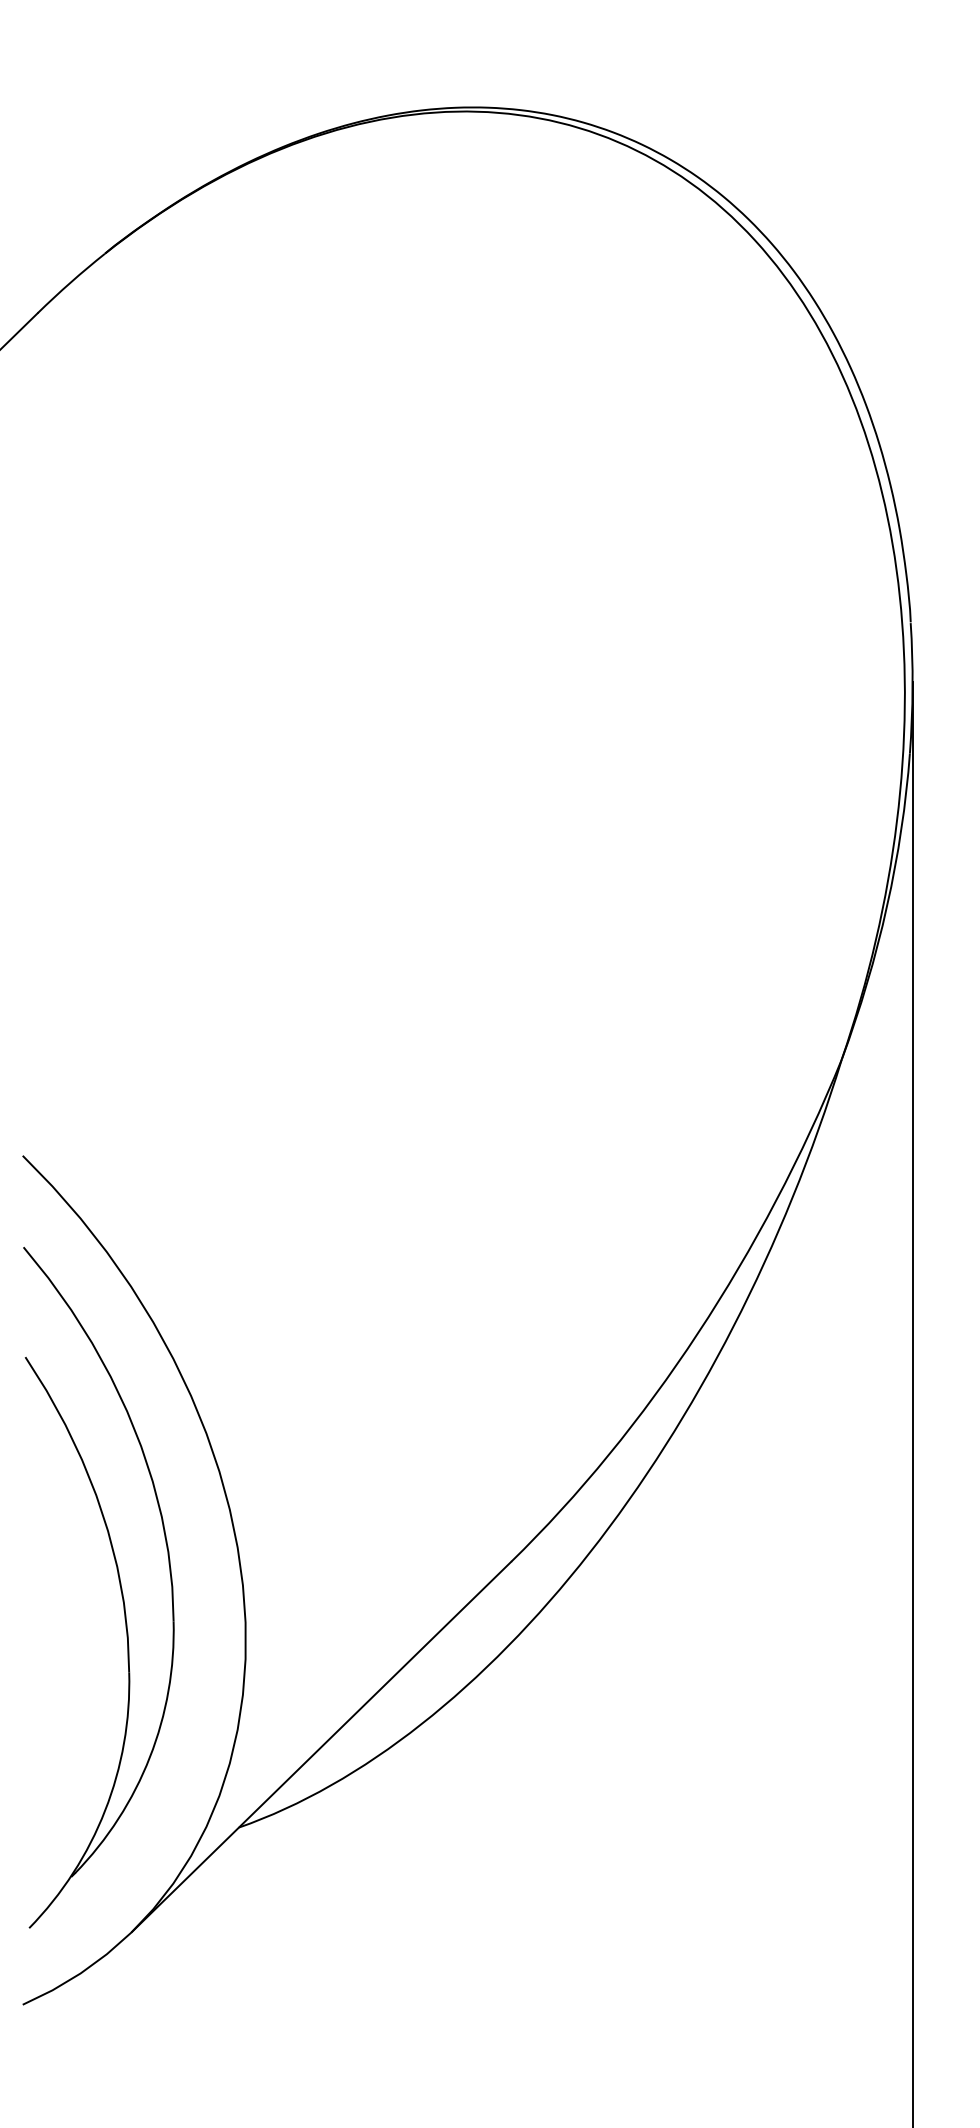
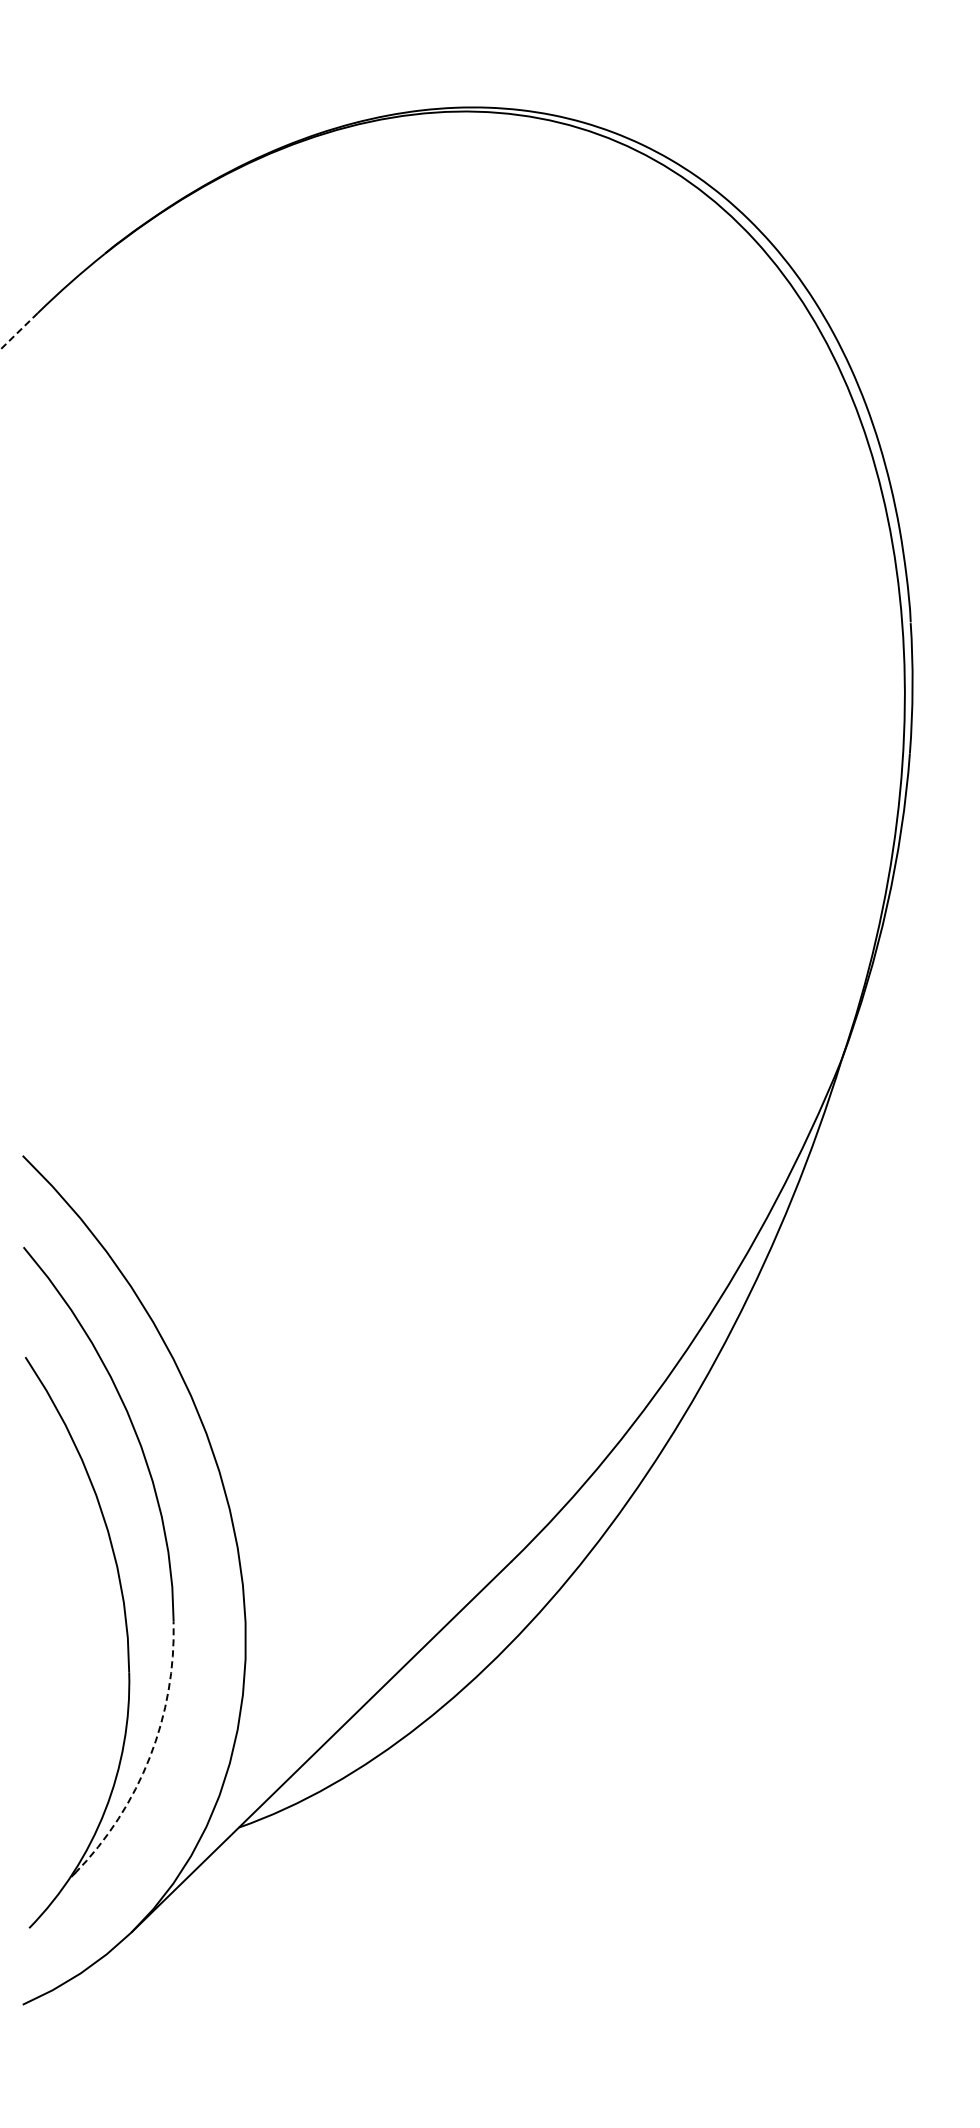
line at (19, 331): solid -> dashed
line at (912, 1402): present -> none
arc at (149, 1757): solid -> dashed
